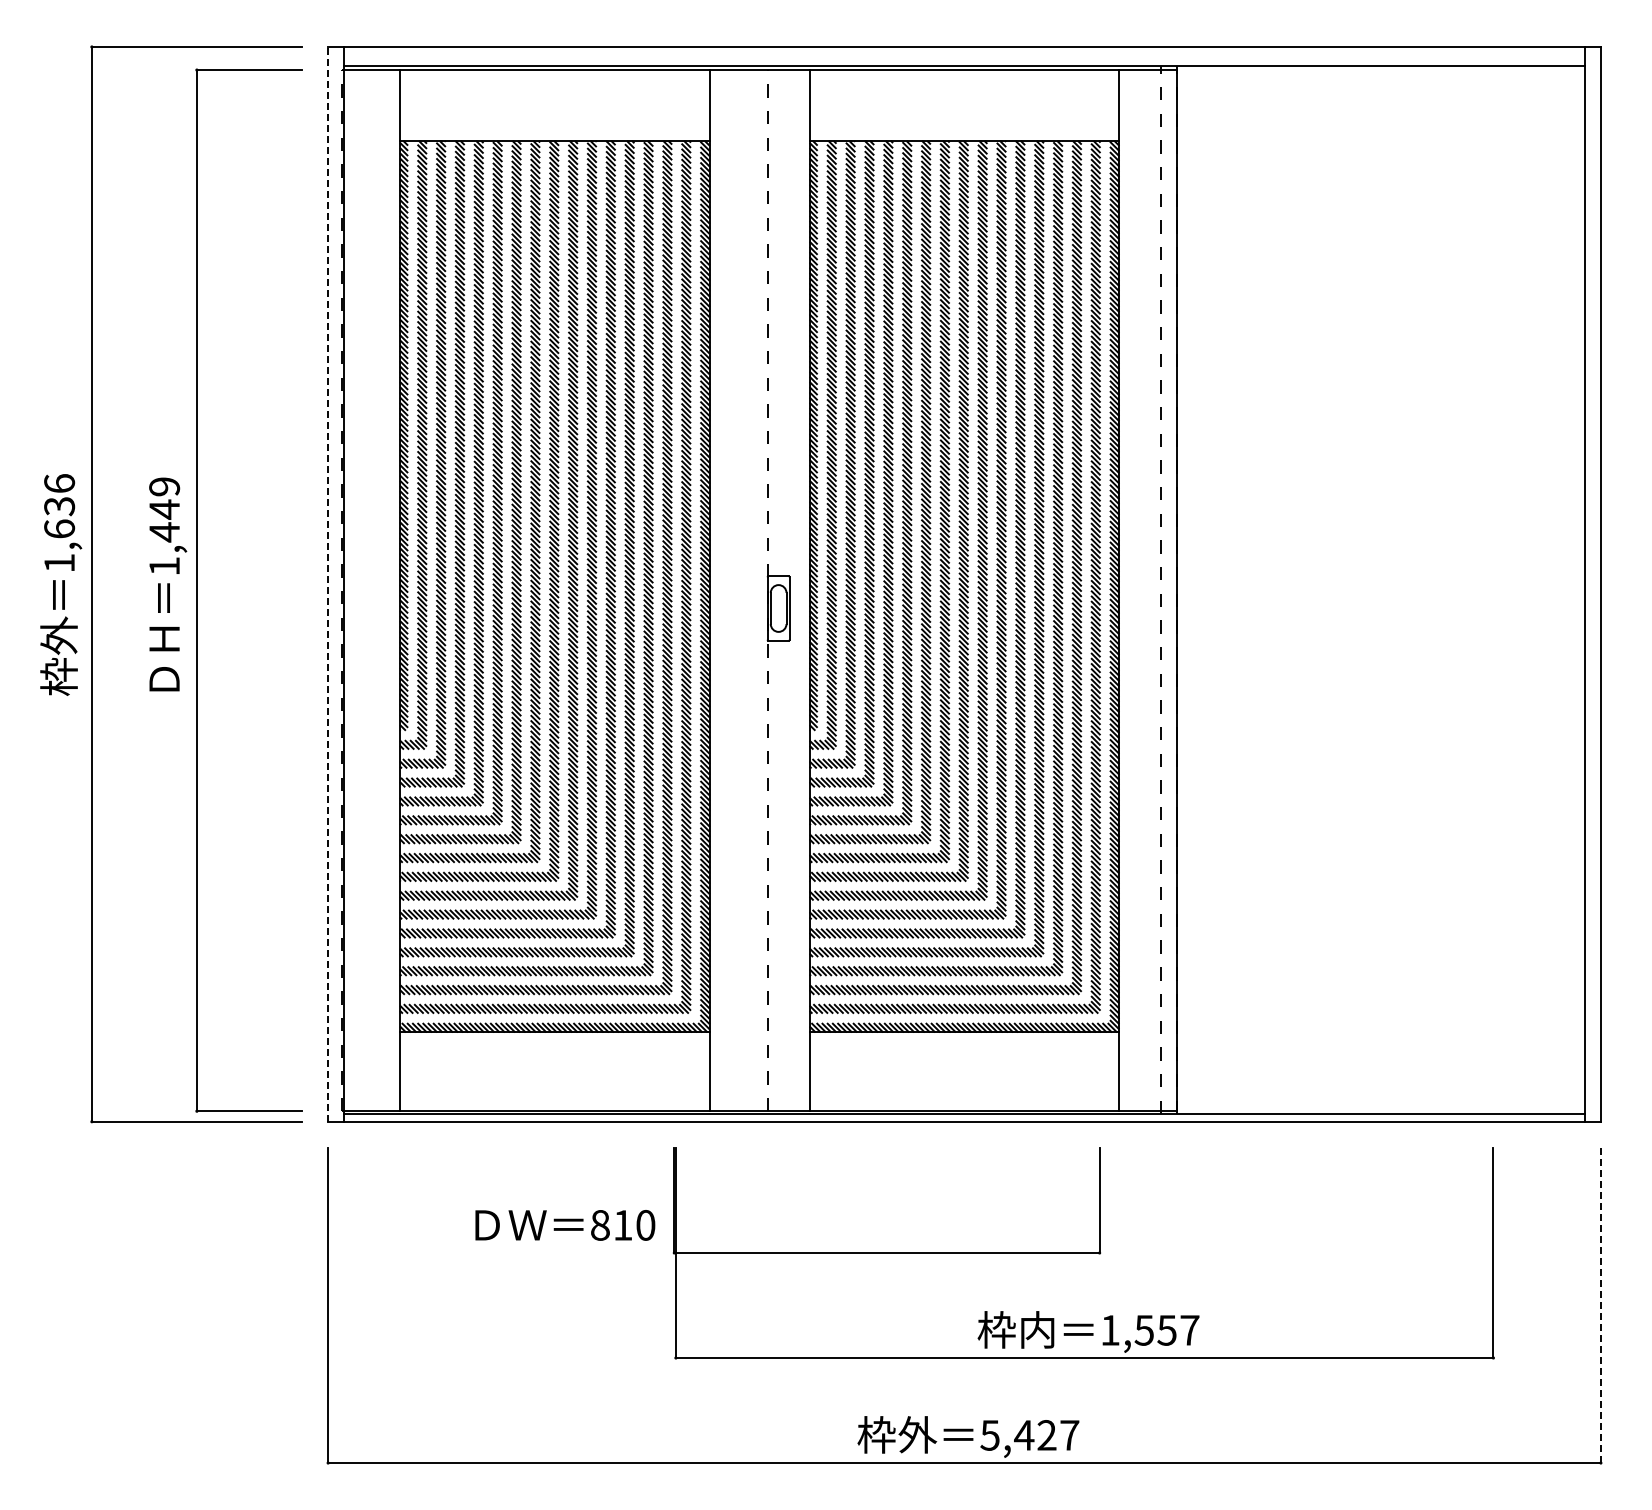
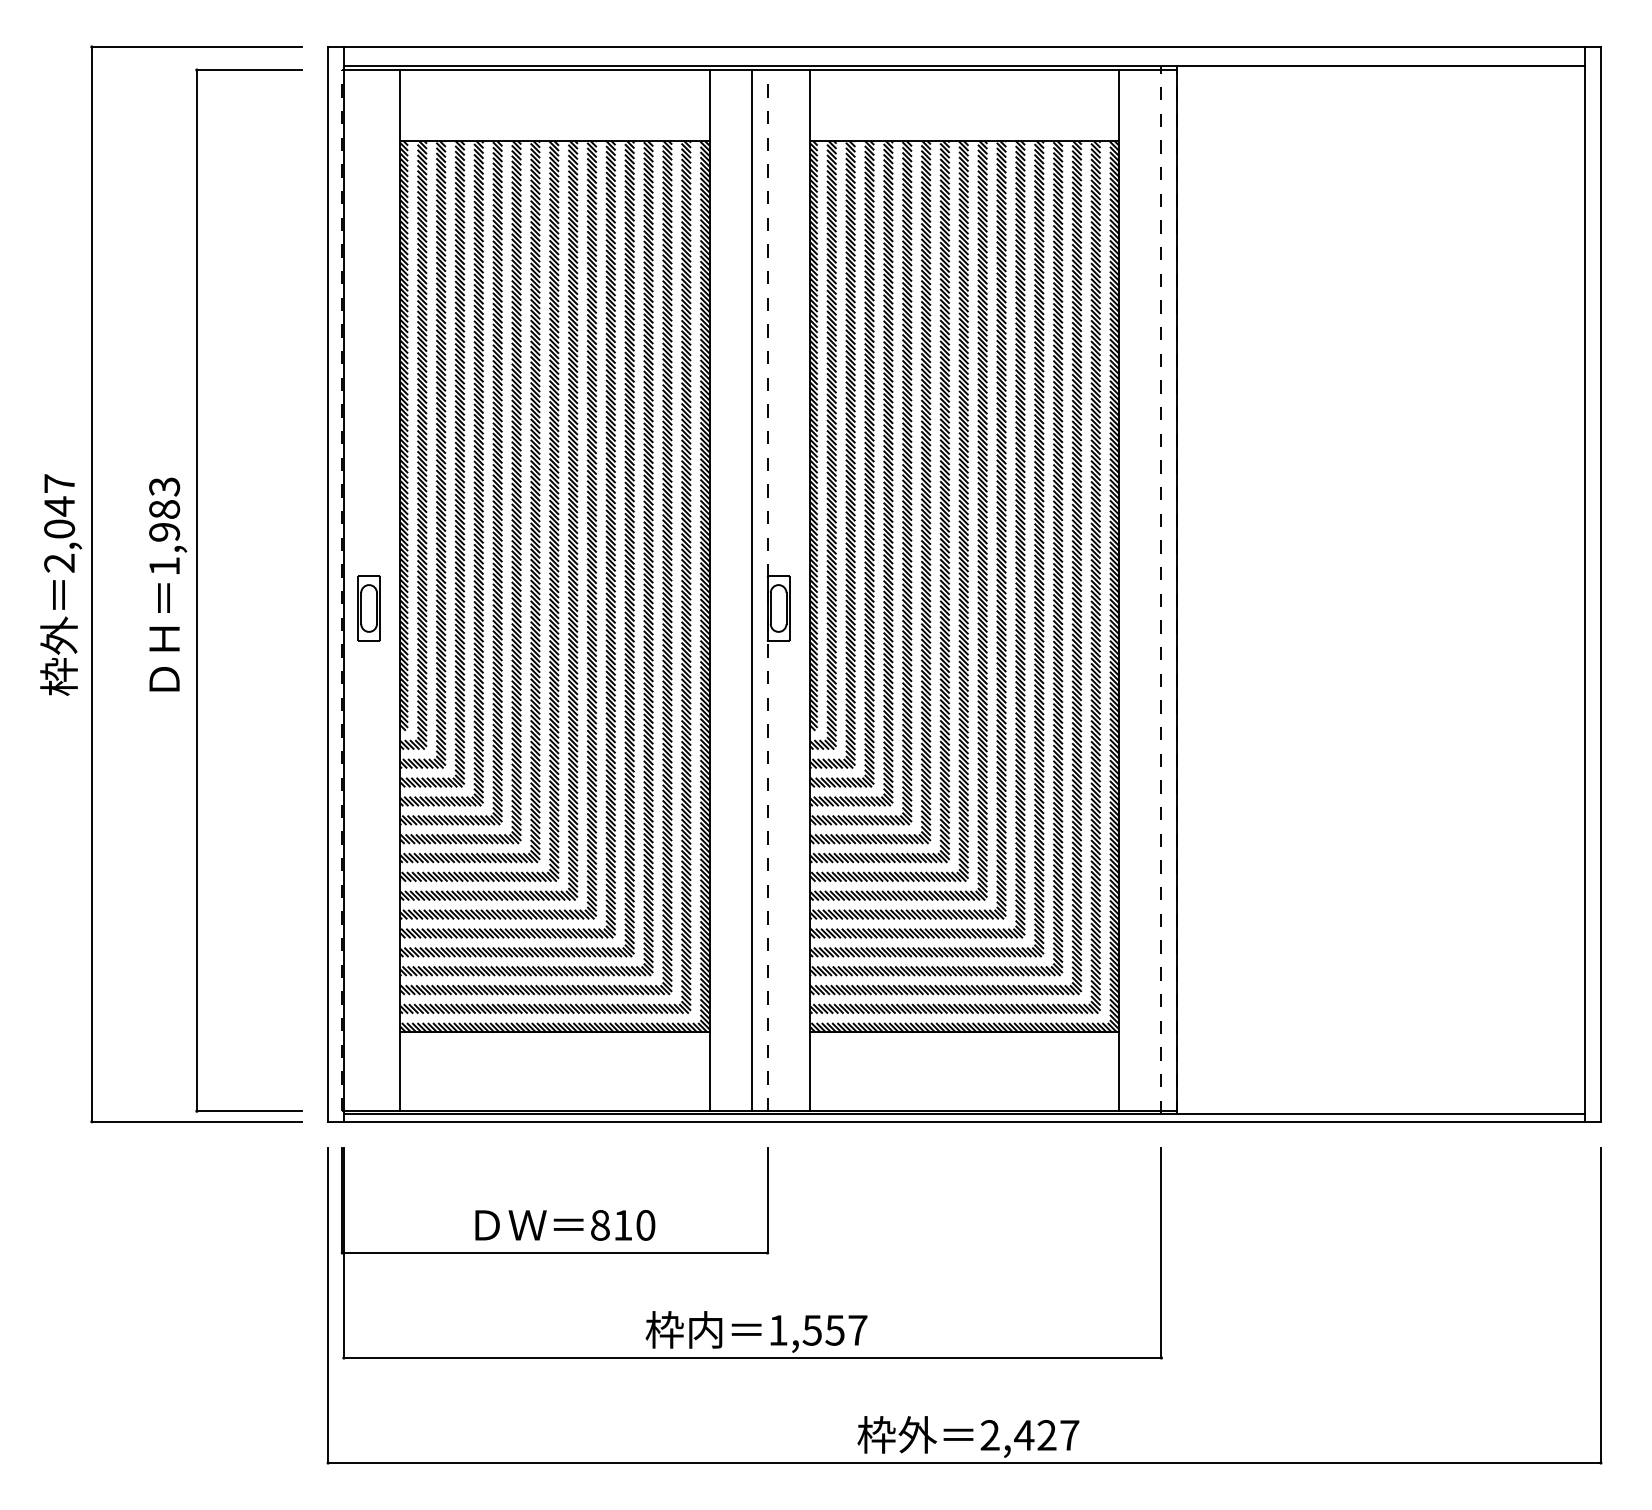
text at (164, 509): 1,449 -> 1,983
text at (59, 523): 1,636 -> 2,047
line at (328, 583): dashed -> solid
line at (751, 590): none -> present
part at (368, 608): none -> present
part at (1083, 1253) position: (1083, 1253) -> (751, 1253)
line at (1600, 1305): dashed -> solid
text at (989, 1435): 5,427 -> 2,427
